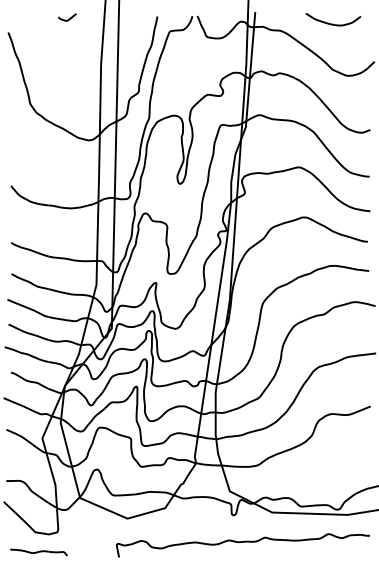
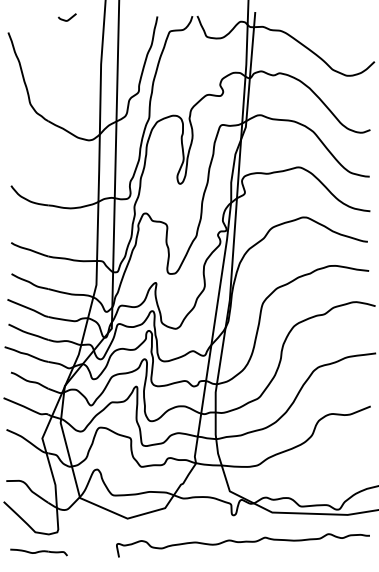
curve at (333, 23): present -> none
